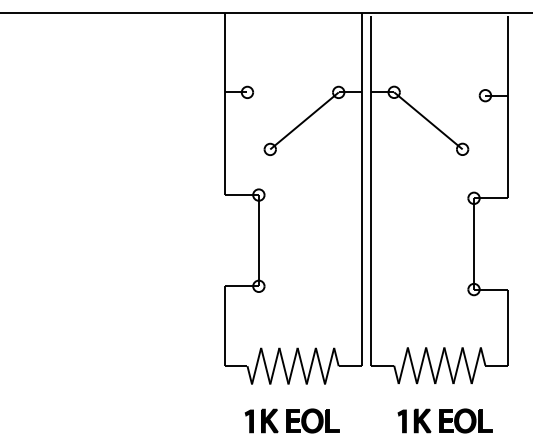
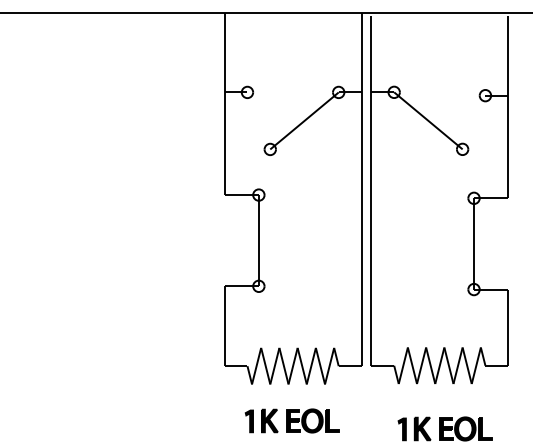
part at (444, 420) position: (444, 420) -> (444, 428)
